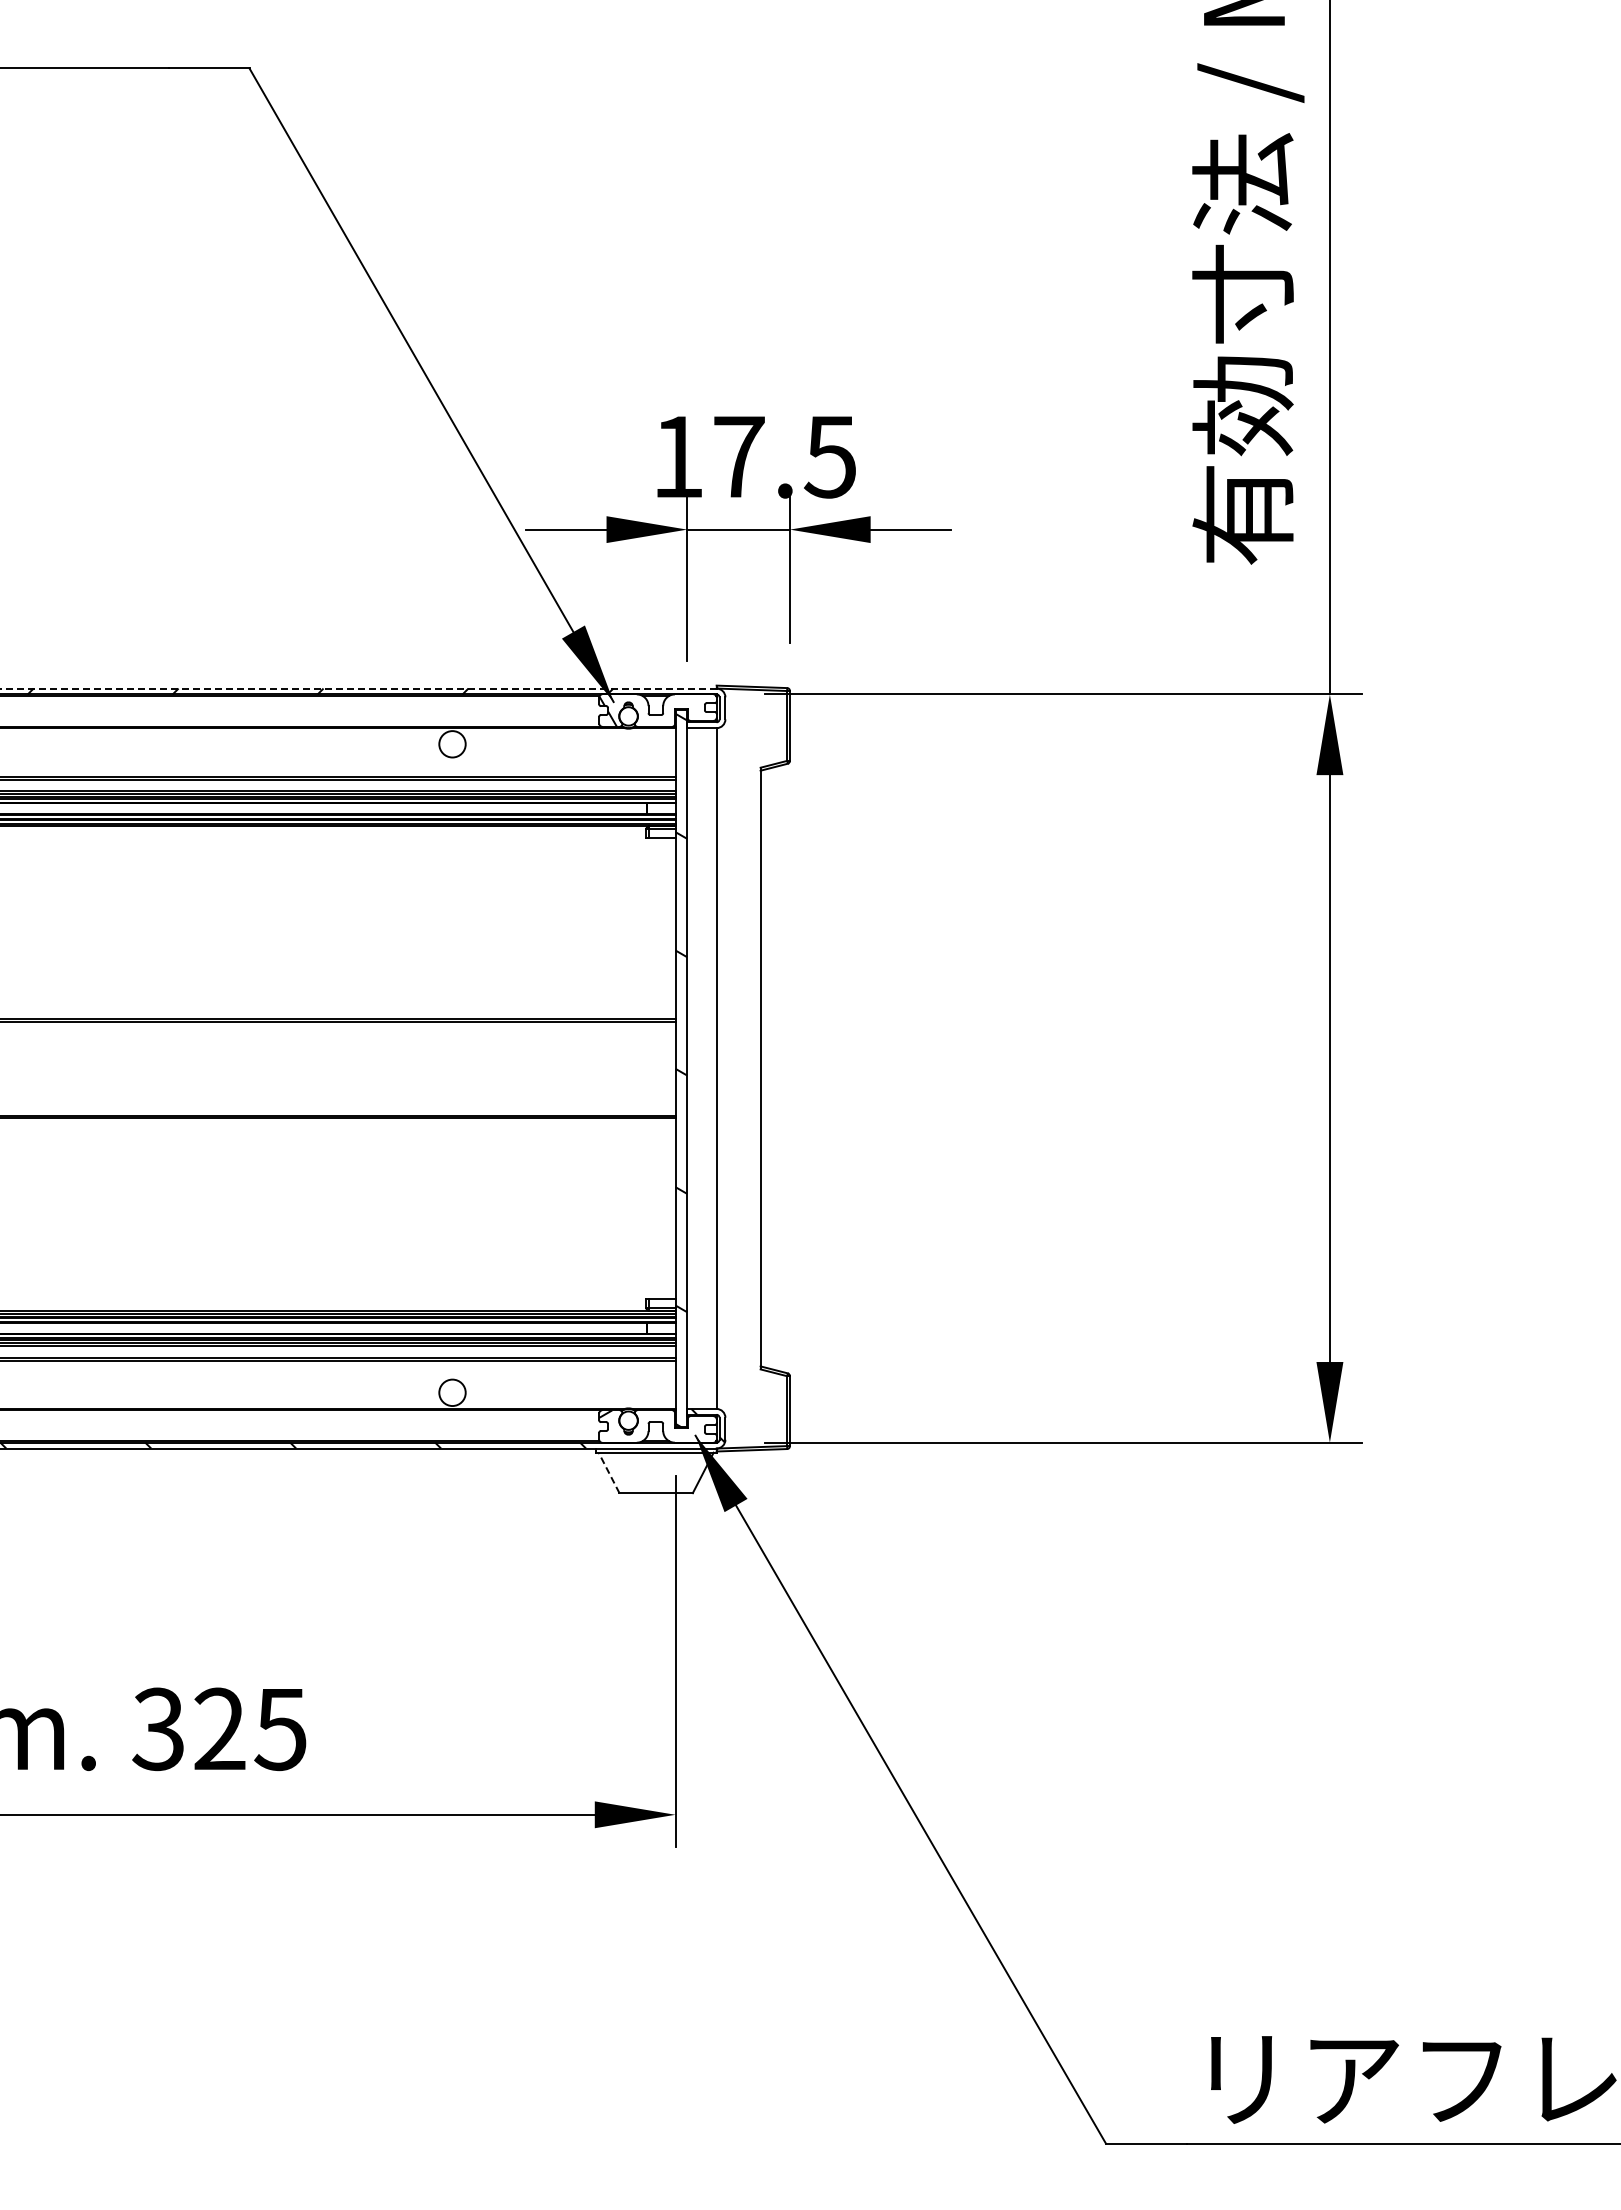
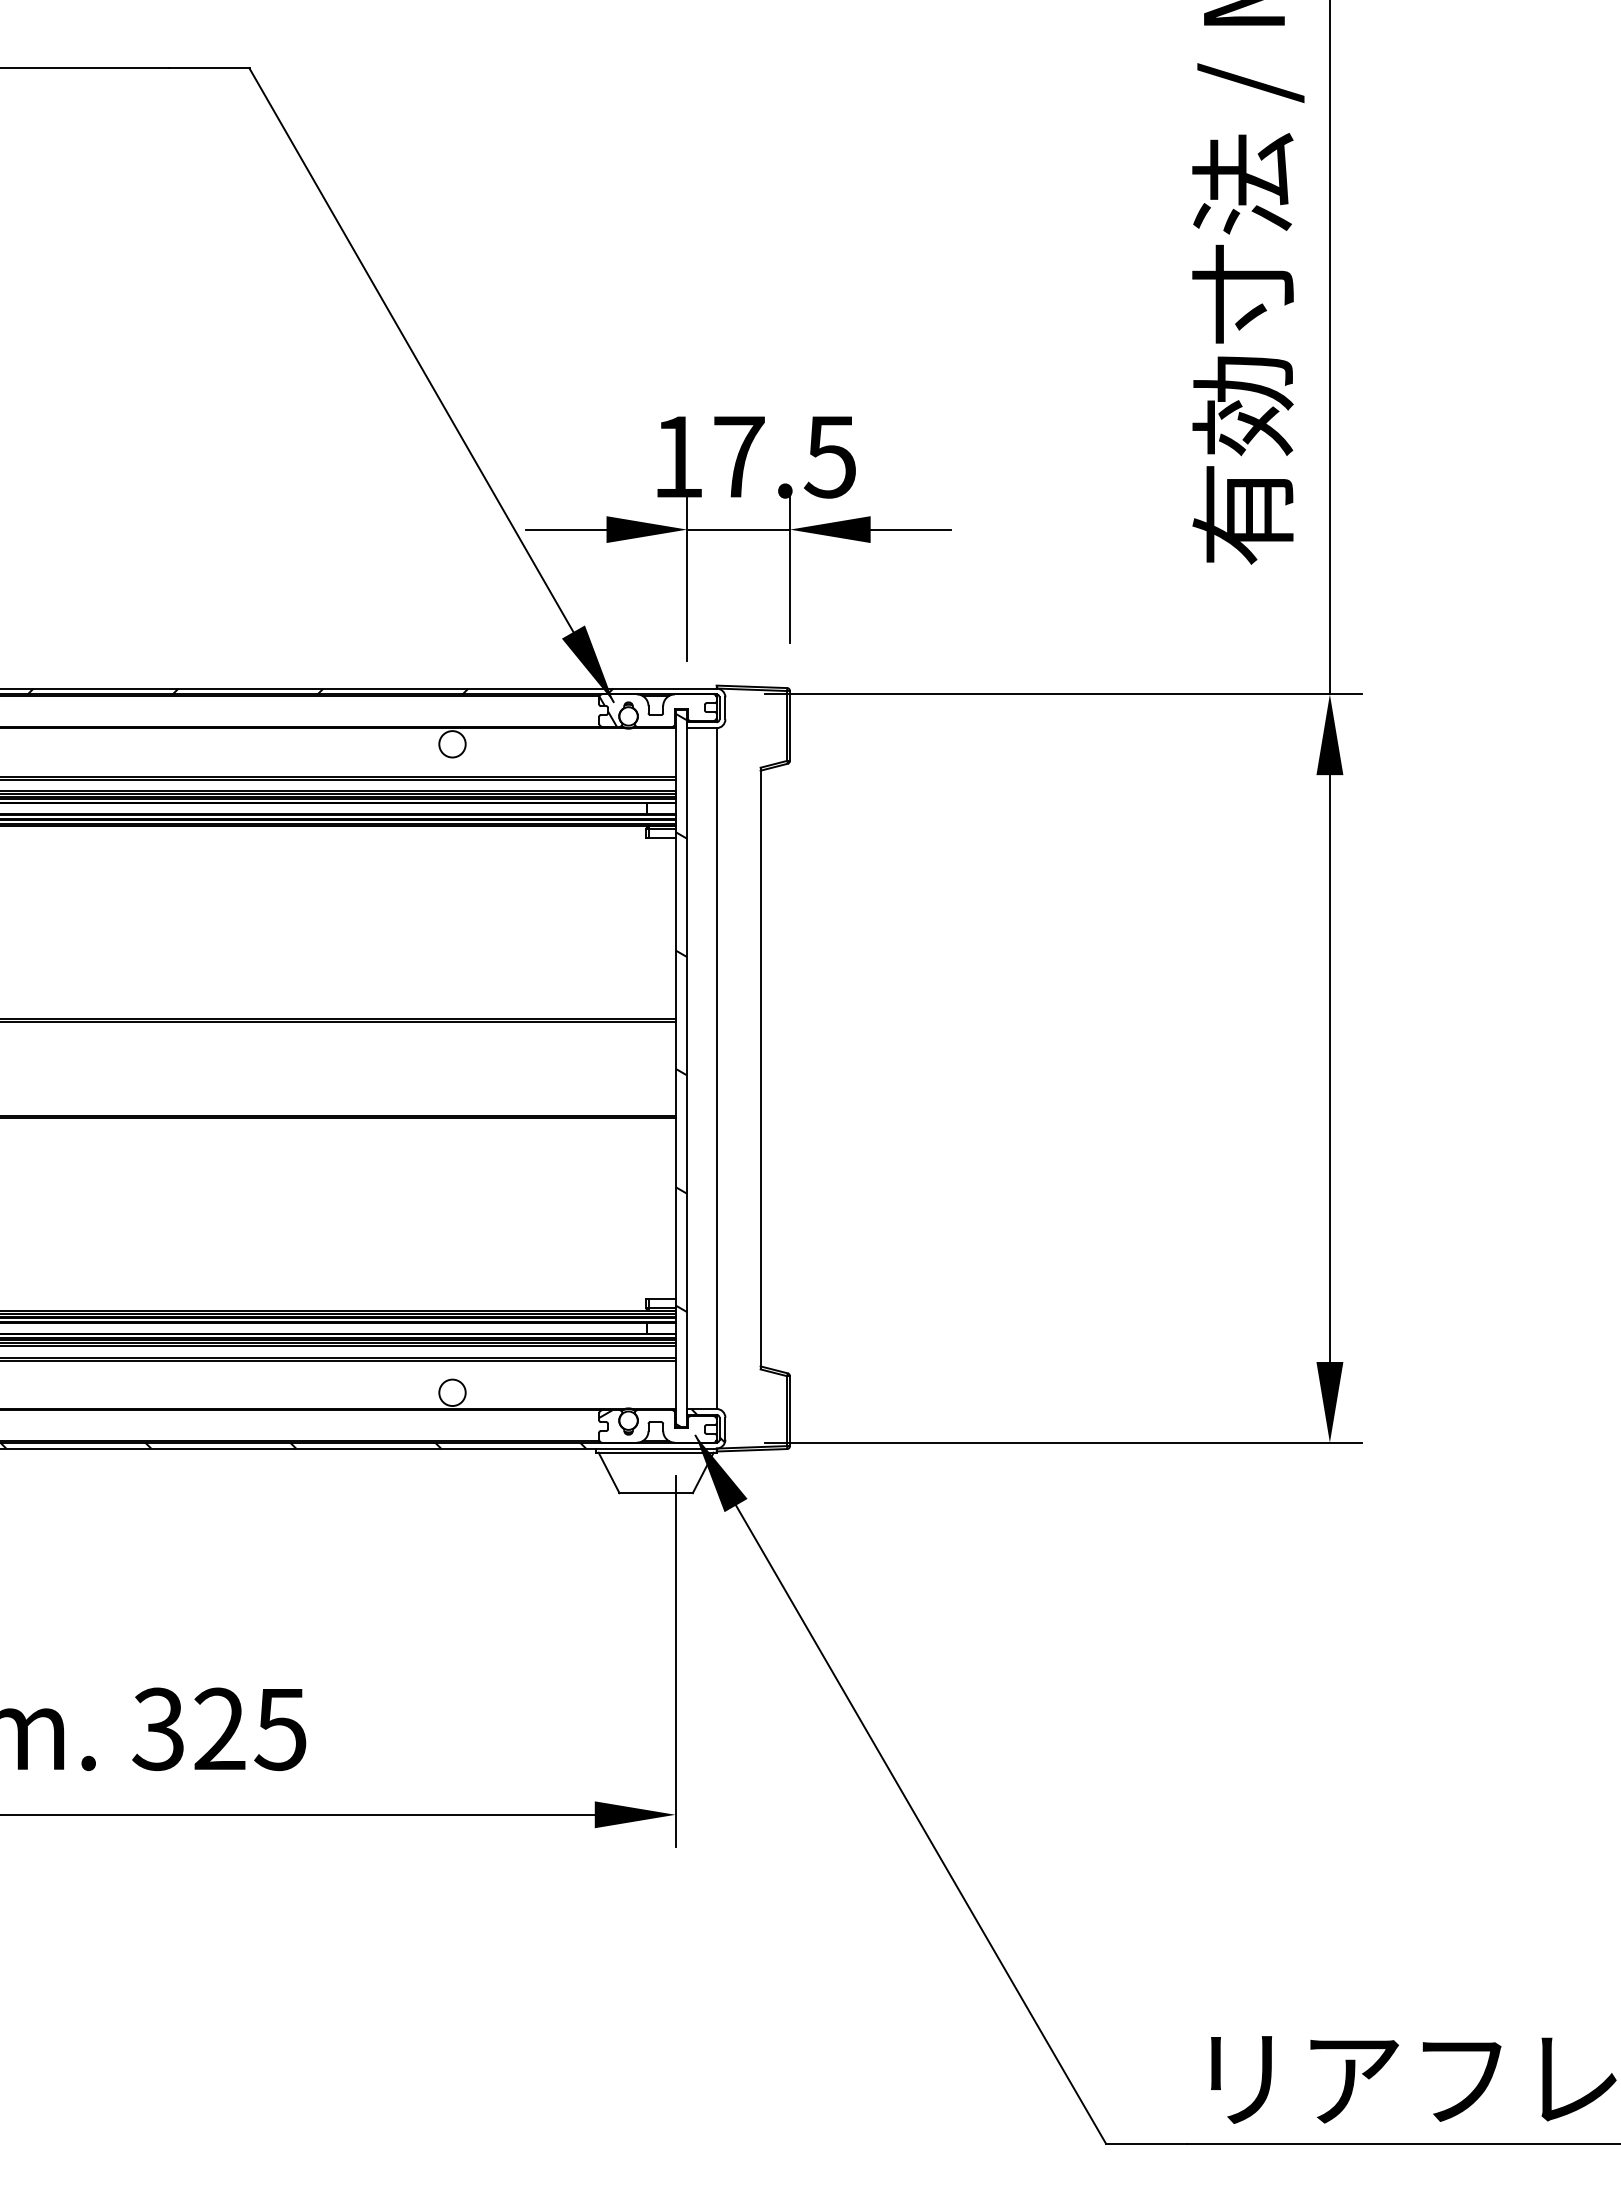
line at (358, 688): dashed -> solid
line at (609, 1472): dashed -> solid
